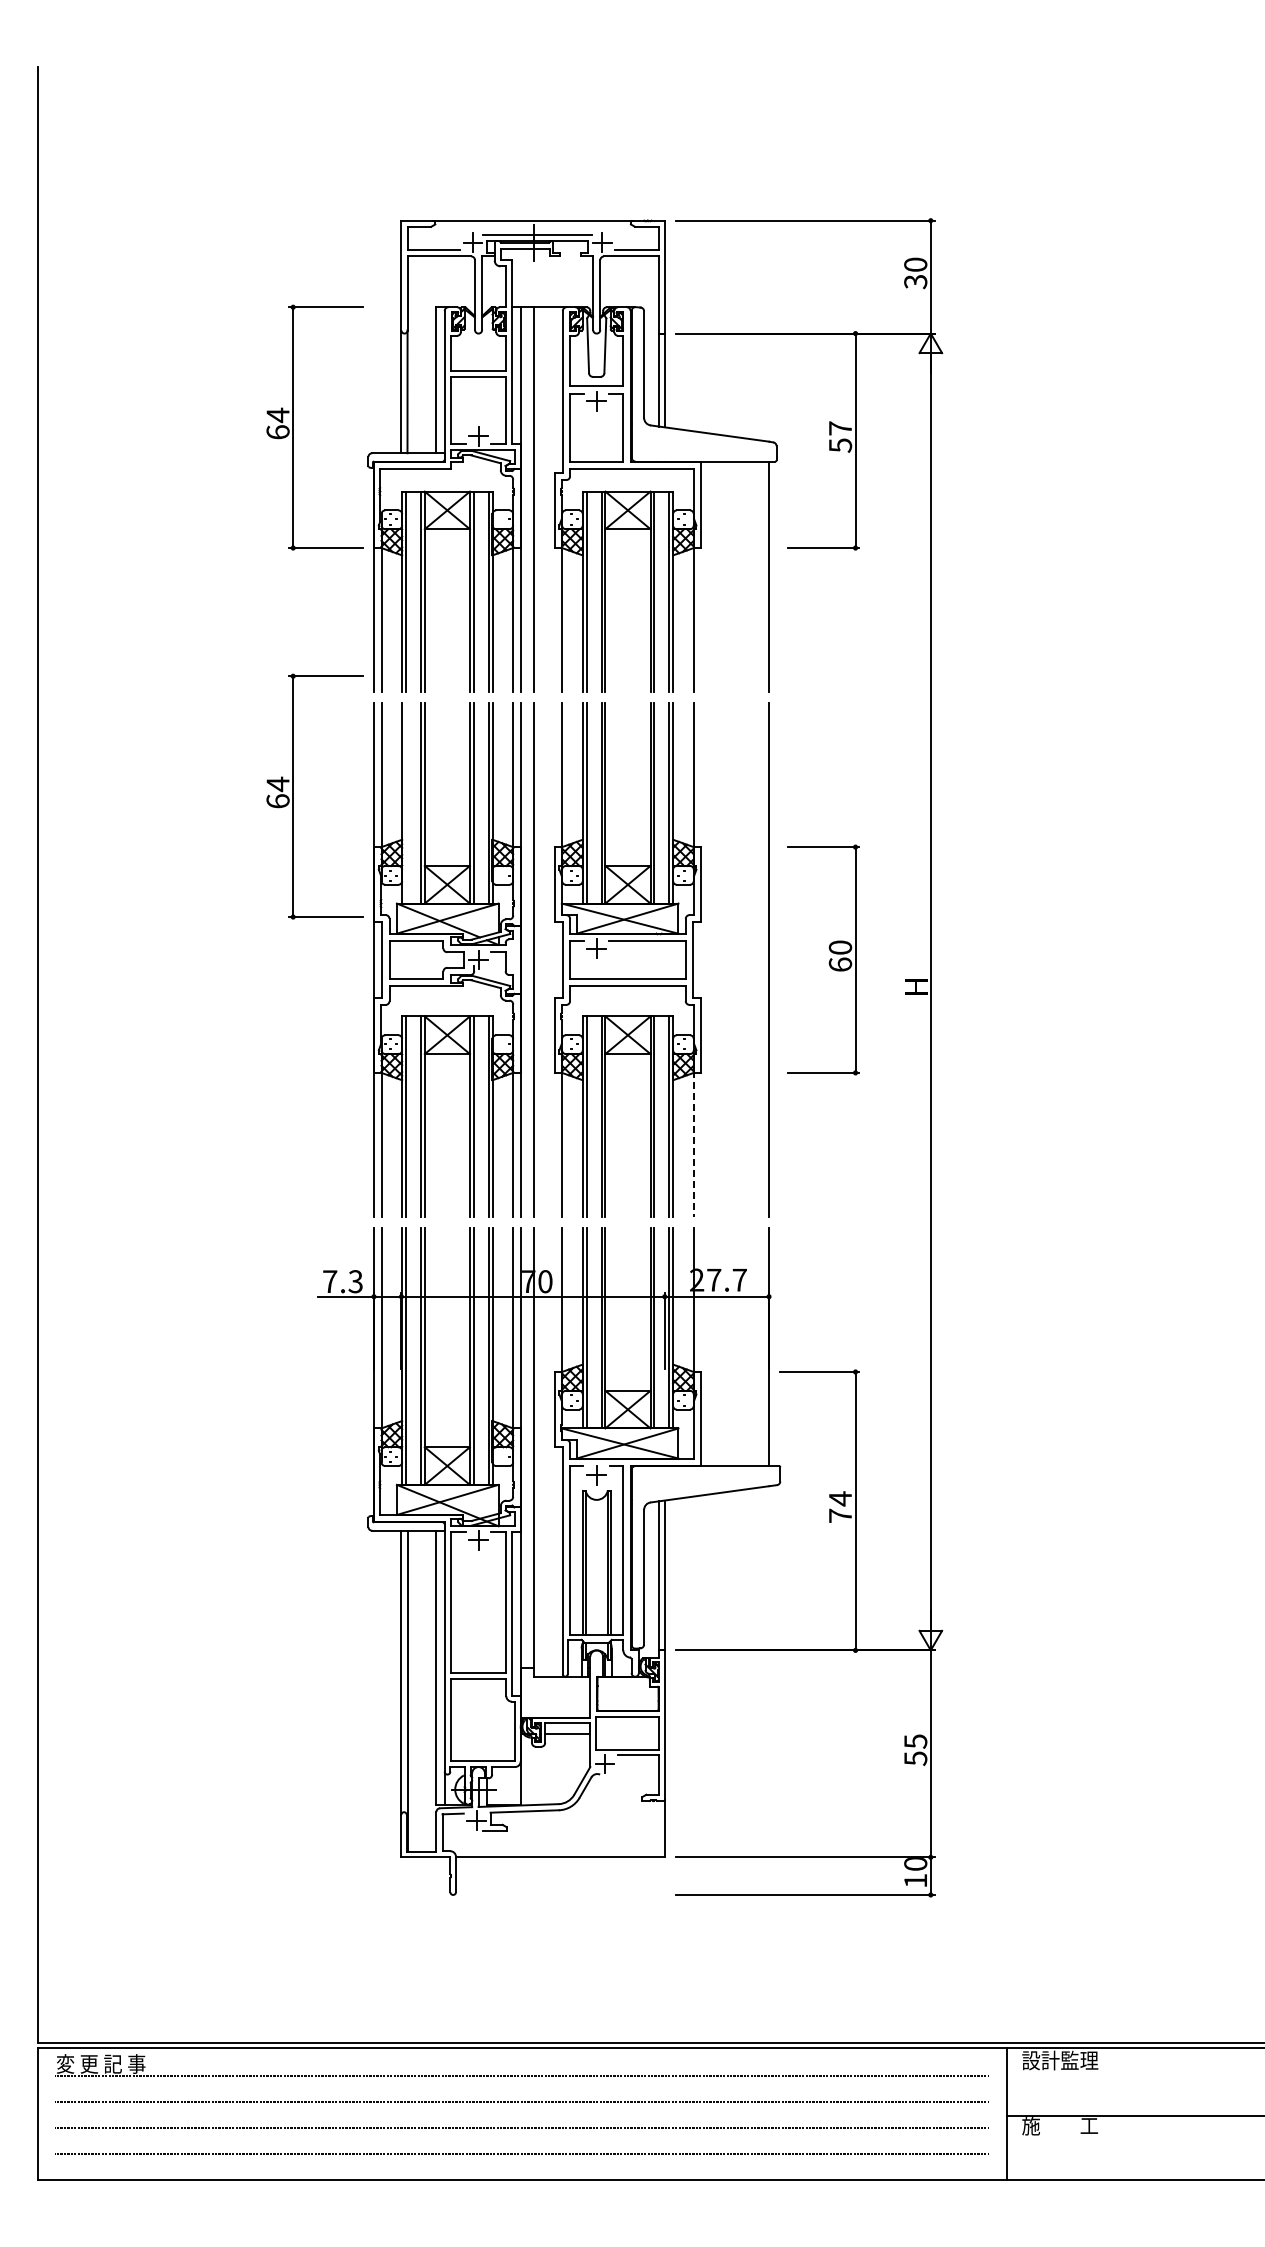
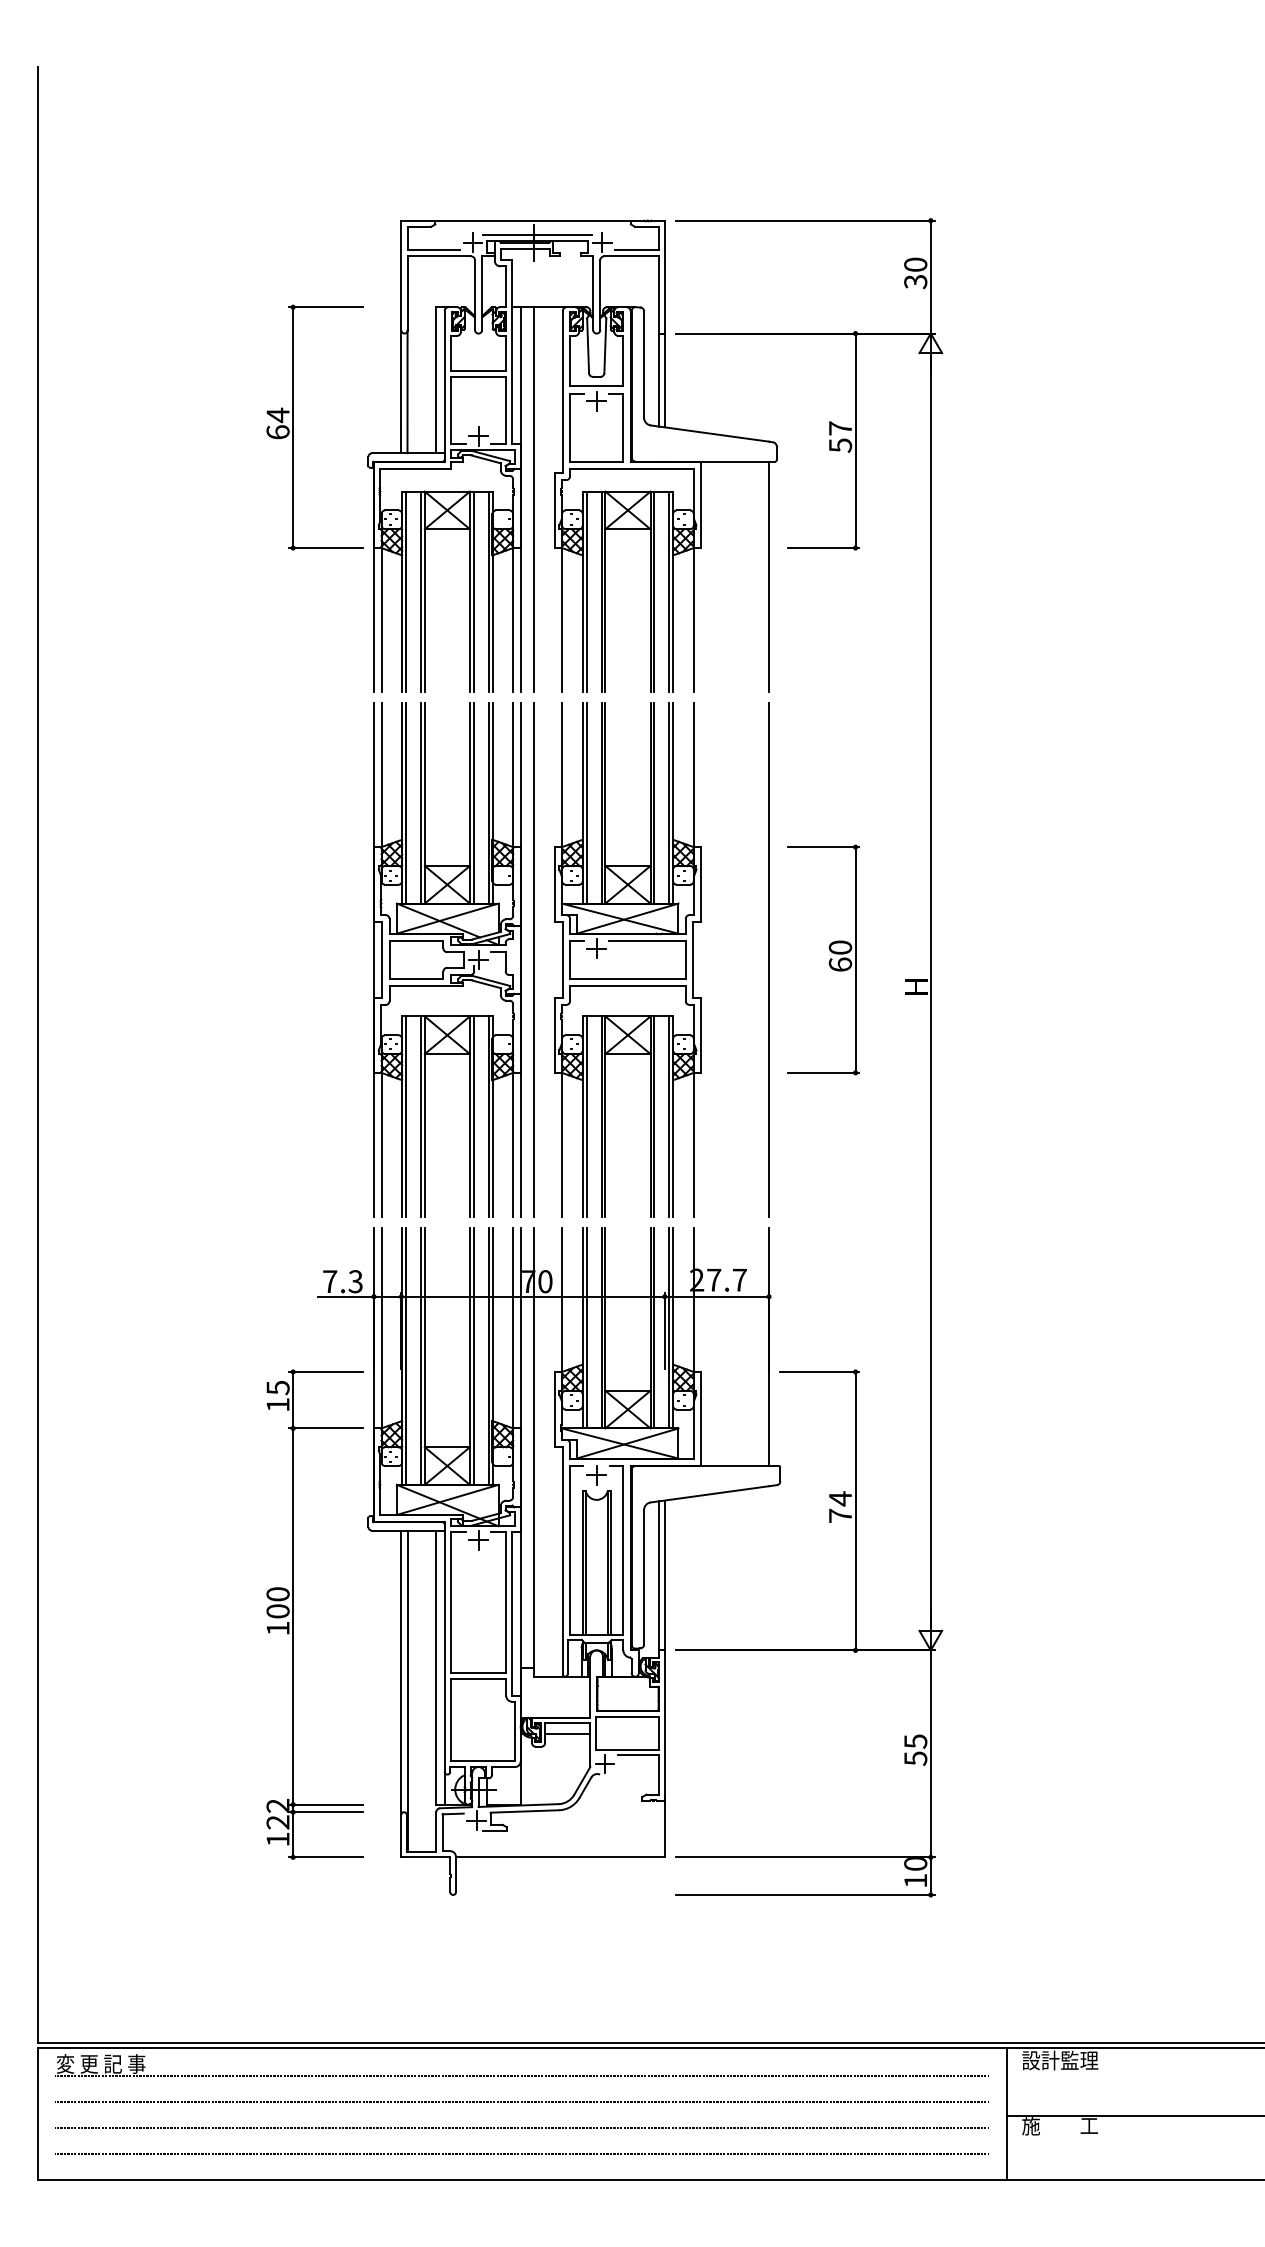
part at (293, 796): present -> none
line at (405, 803): none -> present
line at (693, 1143): dashed -> solid
part at (293, 1614): none -> present
